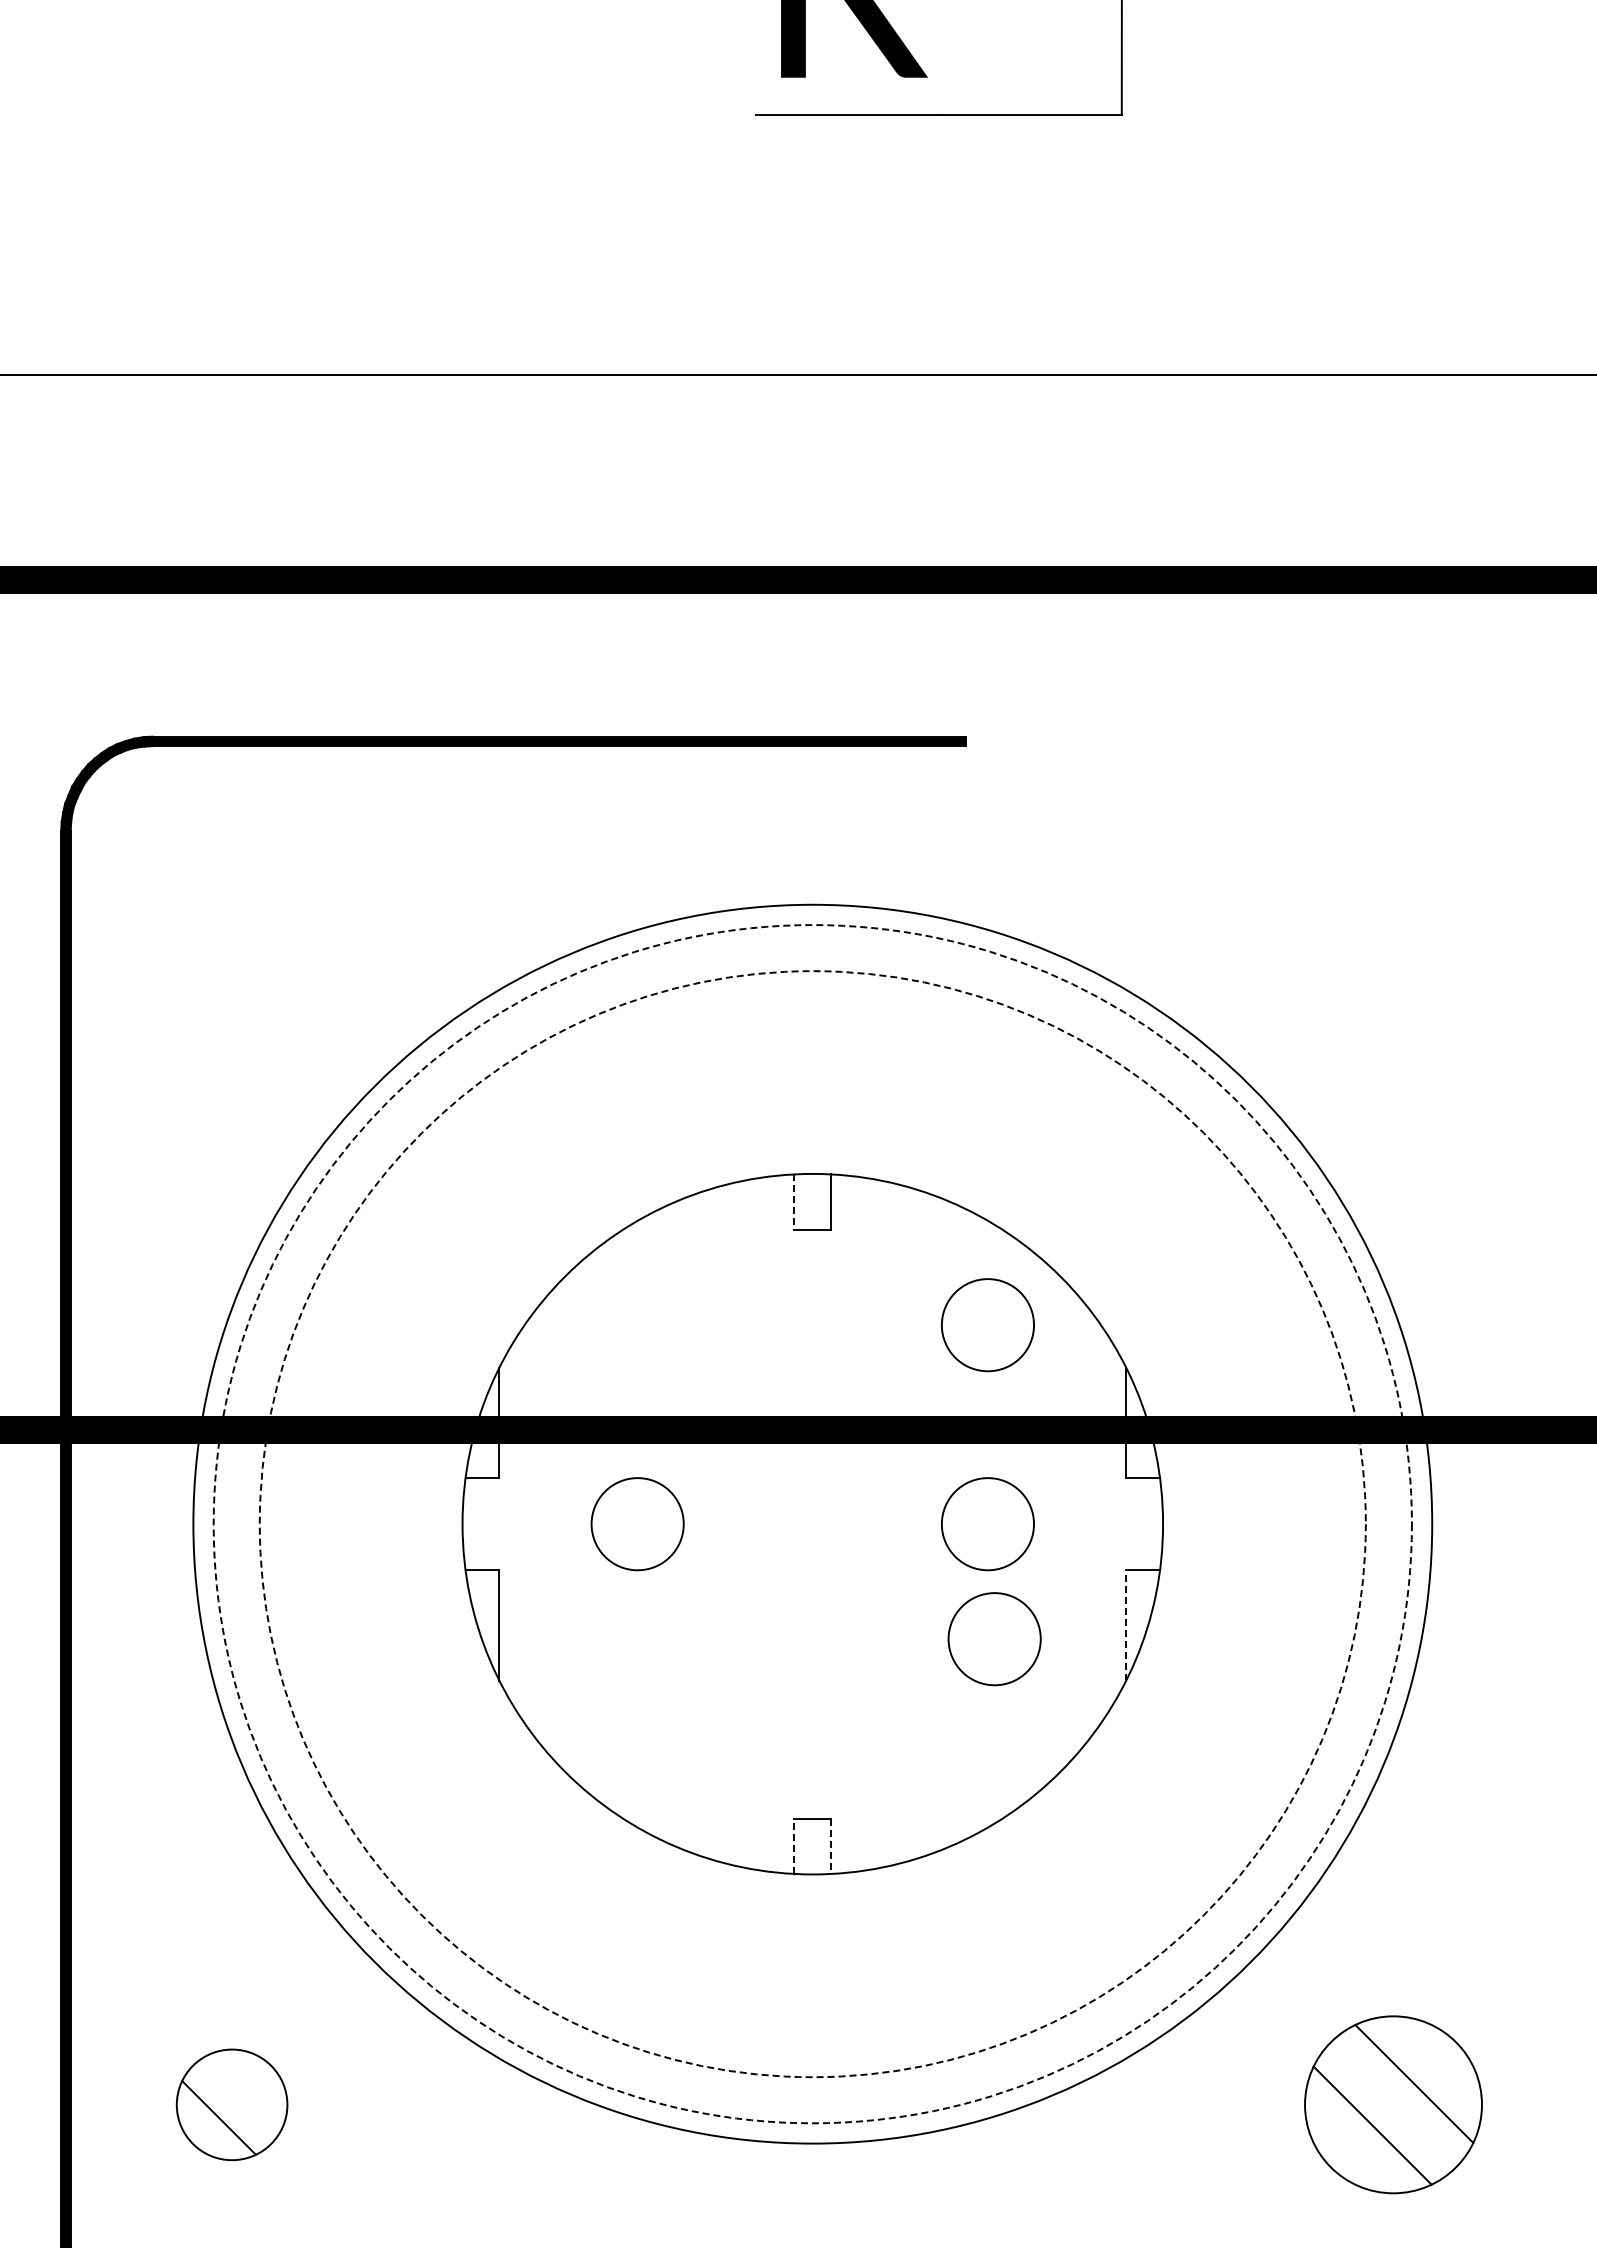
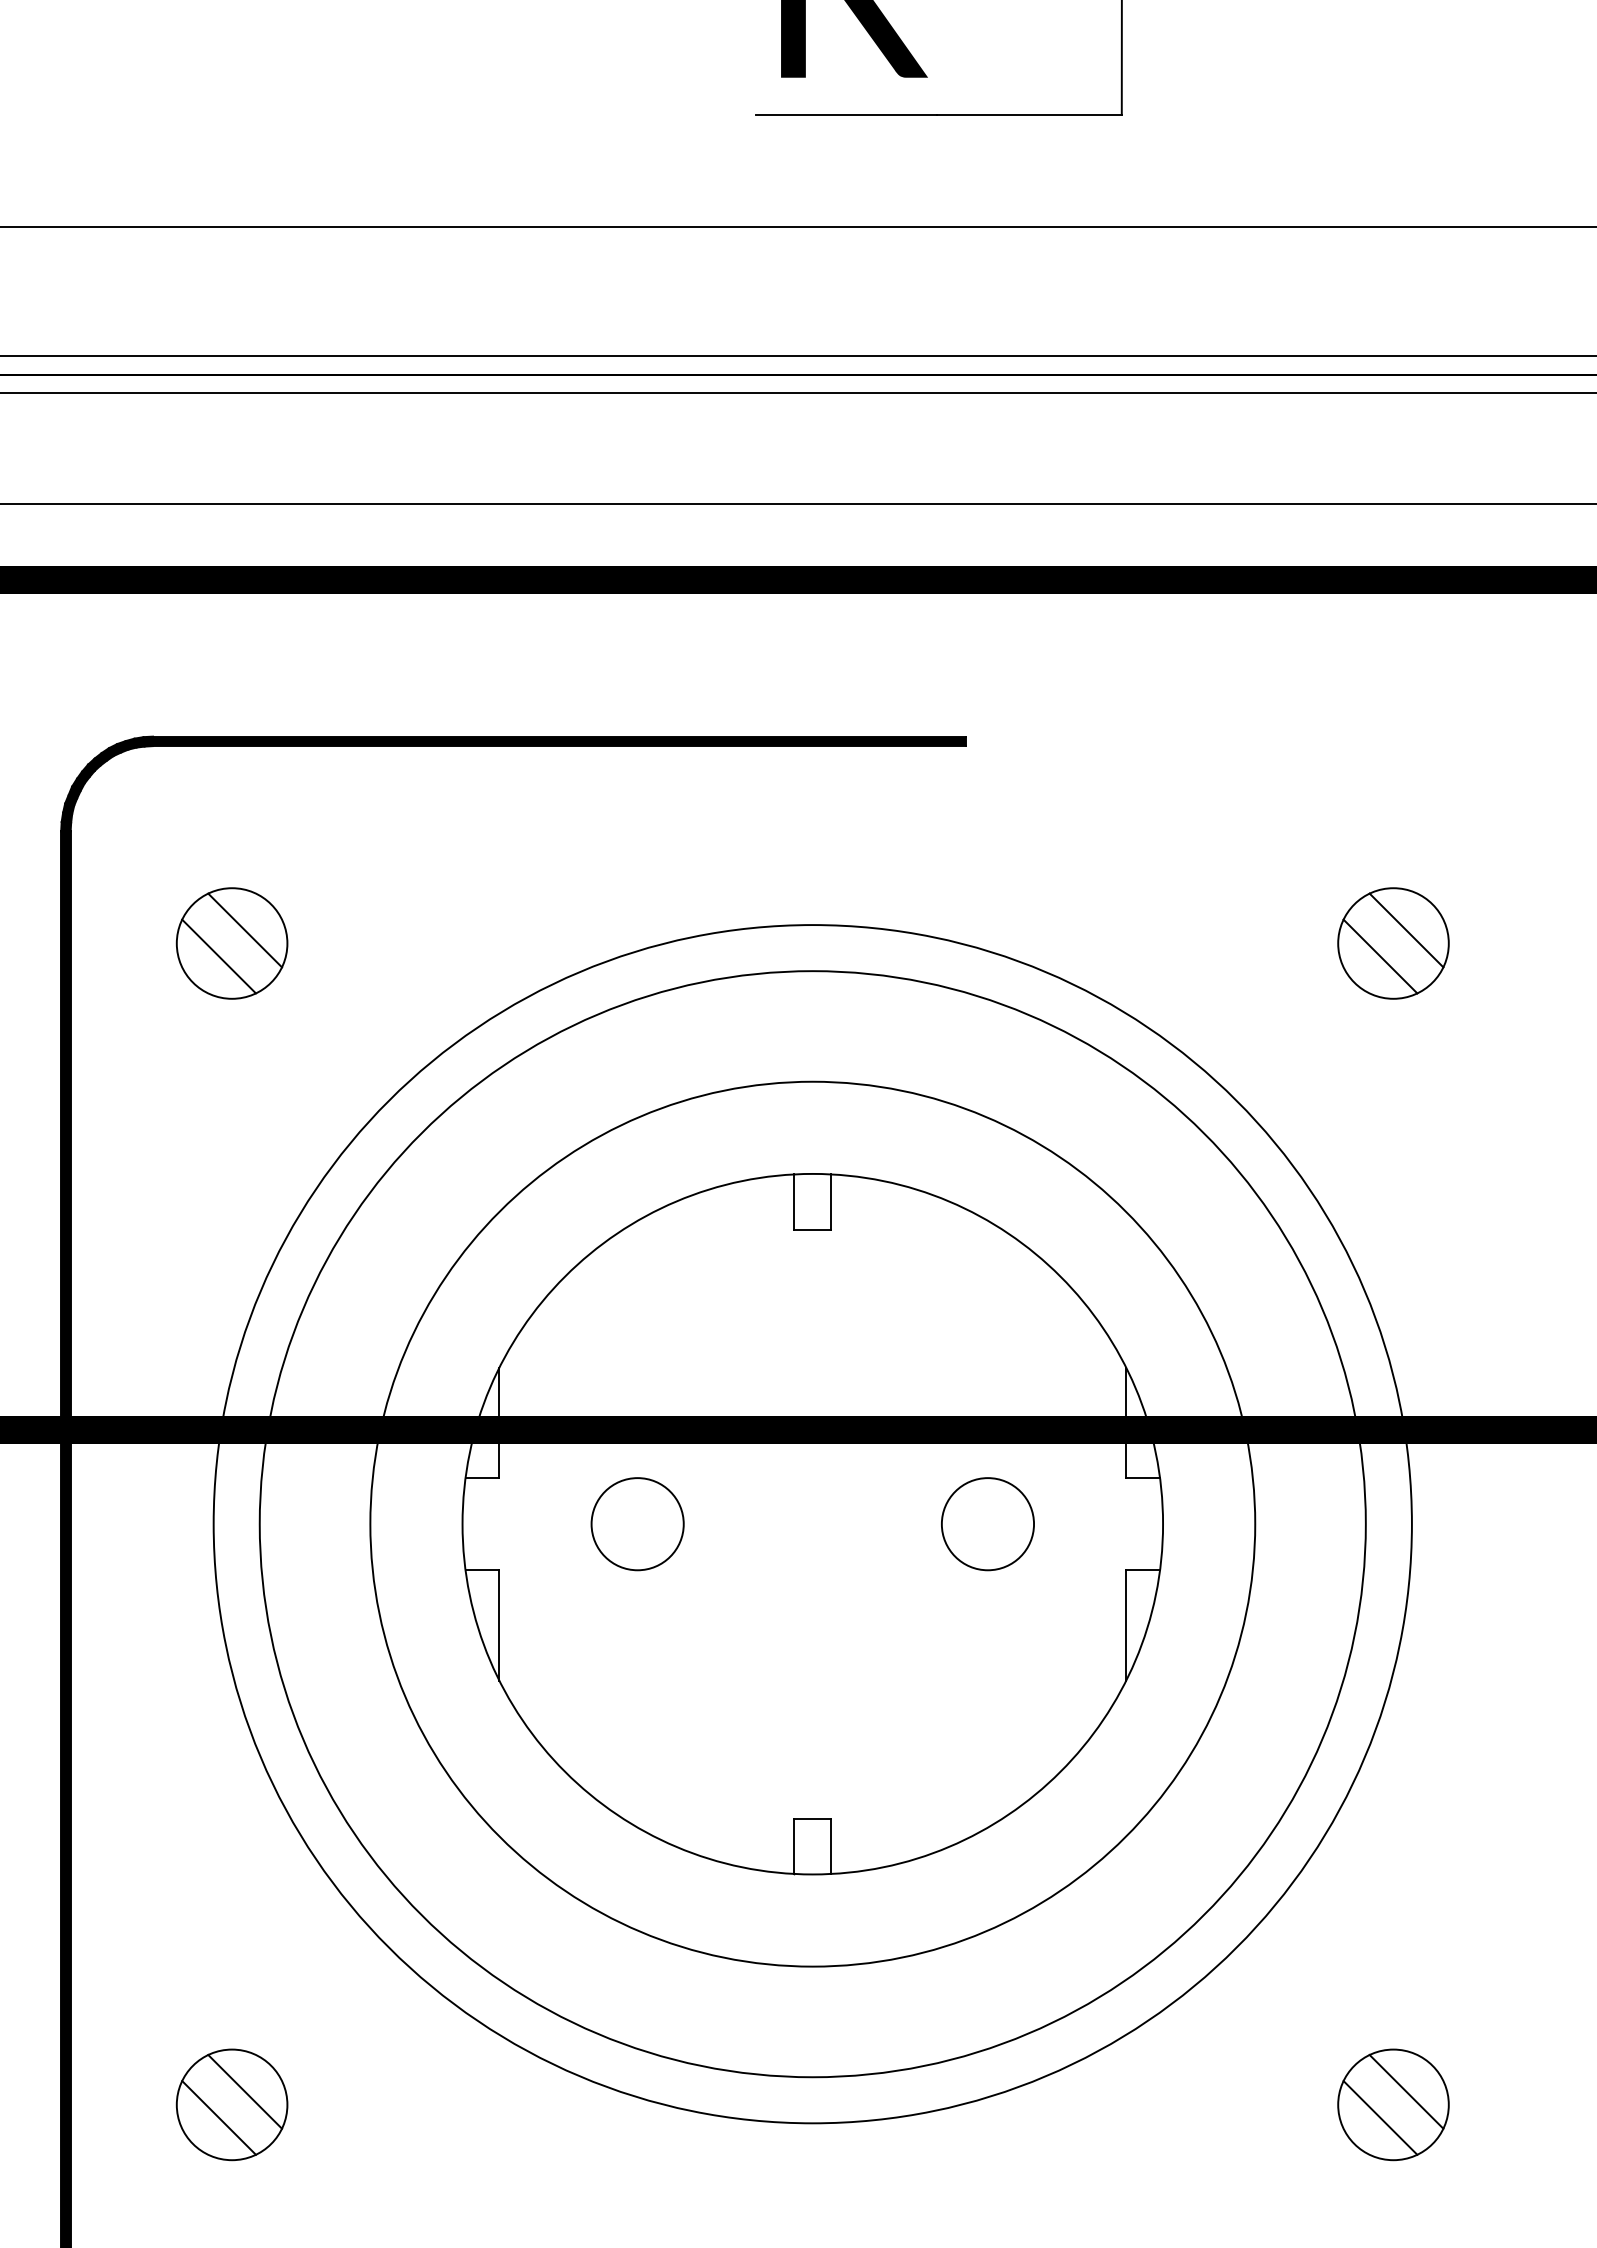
line at (797, 227): none -> present
line at (797, 356): none -> present
line at (797, 393): none -> present
line at (797, 503): none -> present
part at (231, 943): none -> present
part at (1393, 943): none -> present
line at (794, 1202): dashed -> solid
circle at (987, 1325): present -> none
circle at (812, 1523) diameter: 1239 px -> 885 px
circle at (812, 1524): dashed -> solid
circle at (812, 1524): dashed -> solid
line at (1126, 1624): dashed -> solid
circle at (994, 1639): present -> none
line at (794, 1846): dashed -> solid
line at (831, 1846): dashed -> solid
line at (245, 2091): none -> present
part at (1393, 2104) size: 179x180 px -> 113x114 px
